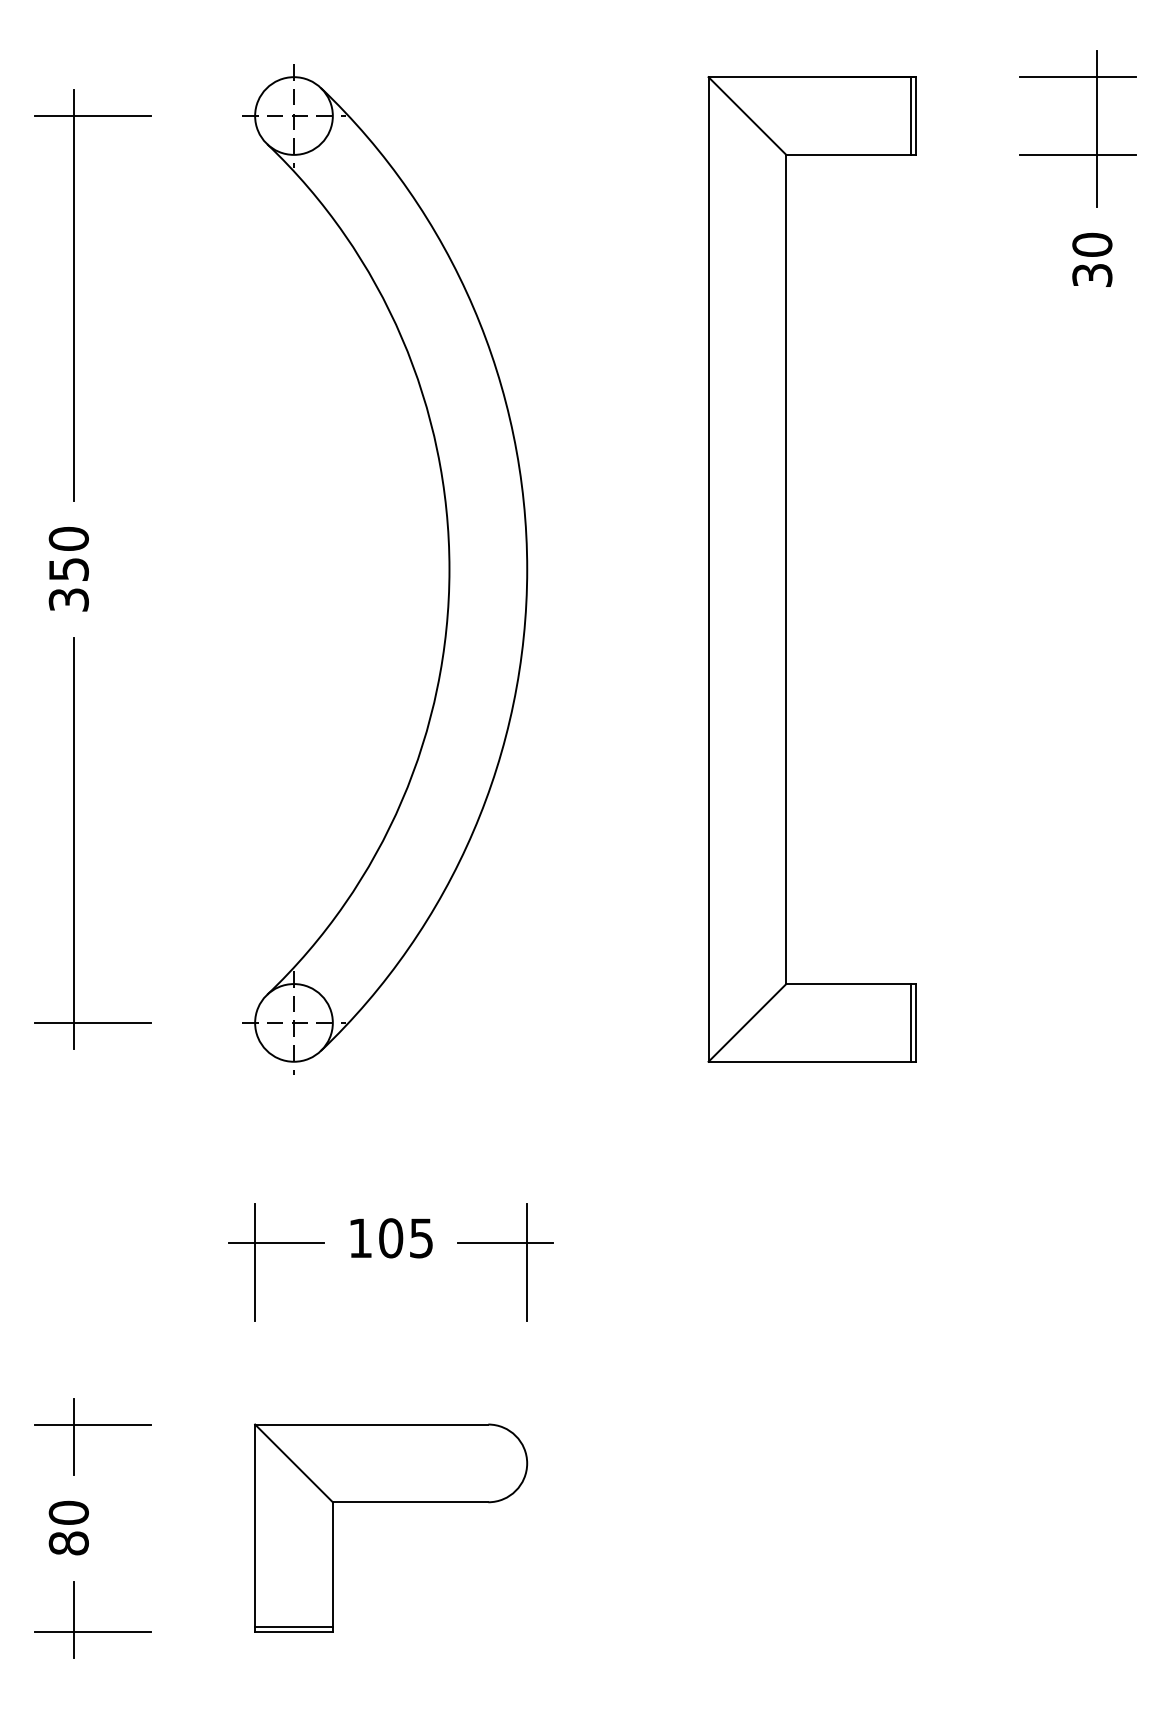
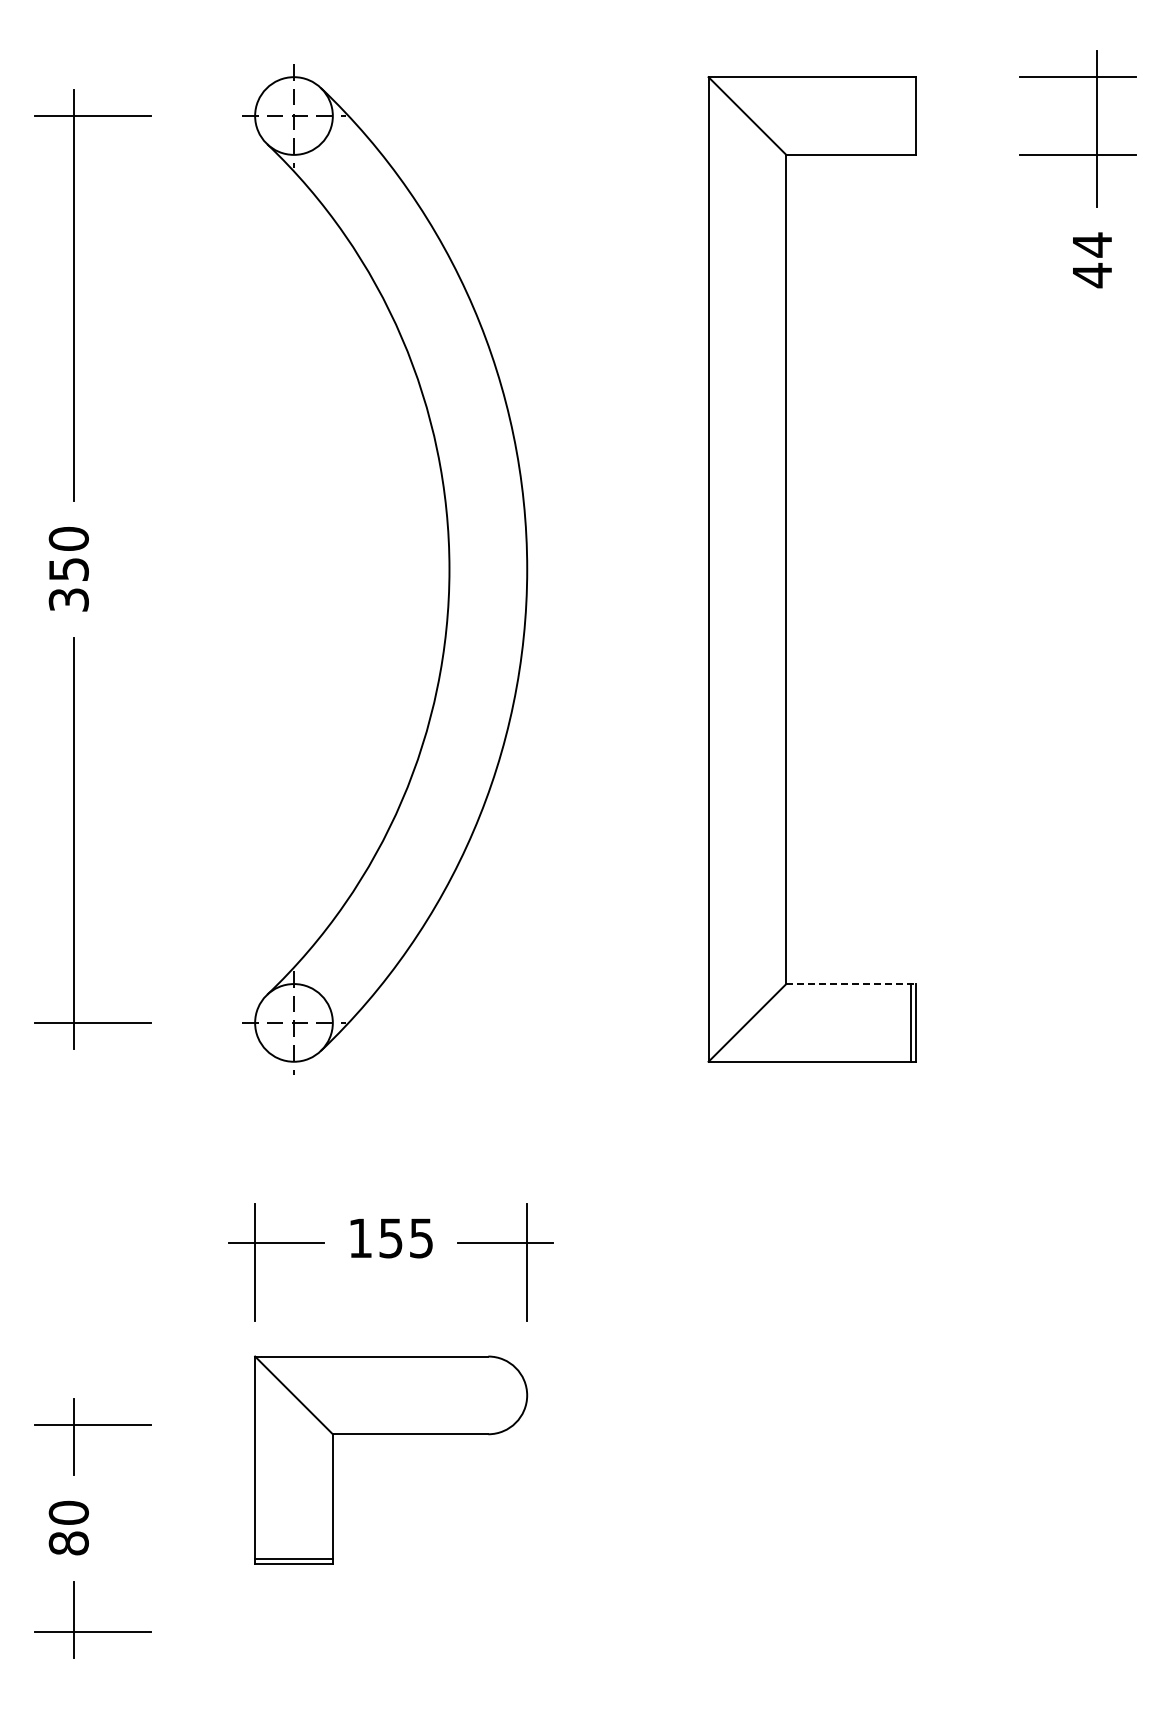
line at (910, 115): present -> none
text at (1092, 260): 30 -> 44
line at (851, 984): solid -> dashed
text at (391, 1238): 105 -> 155
part at (391, 1502) position: (391, 1502) -> (391, 1434)
